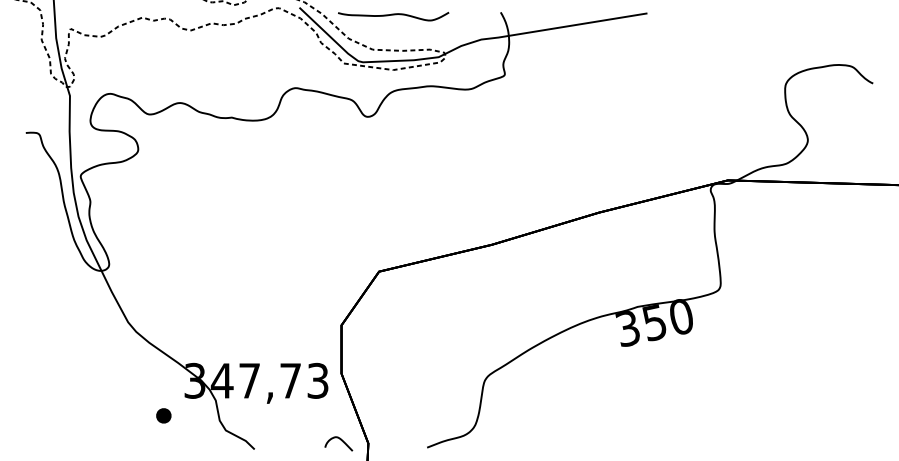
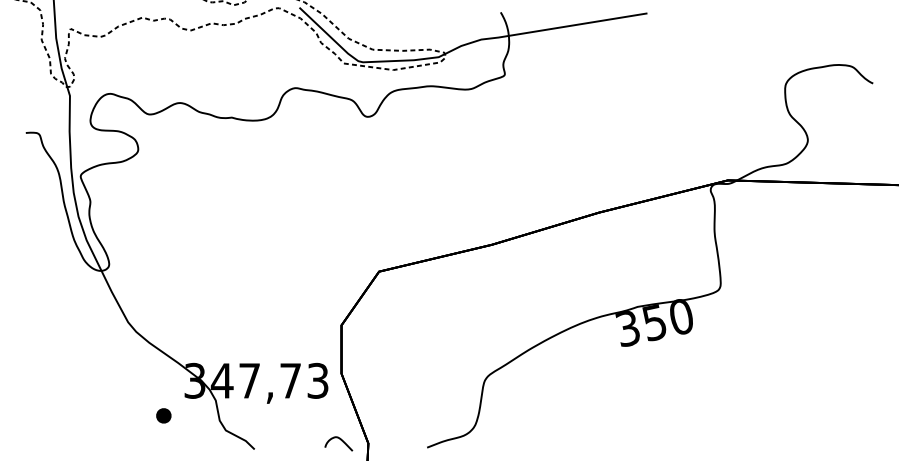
curve at (393, 15): present -> none
